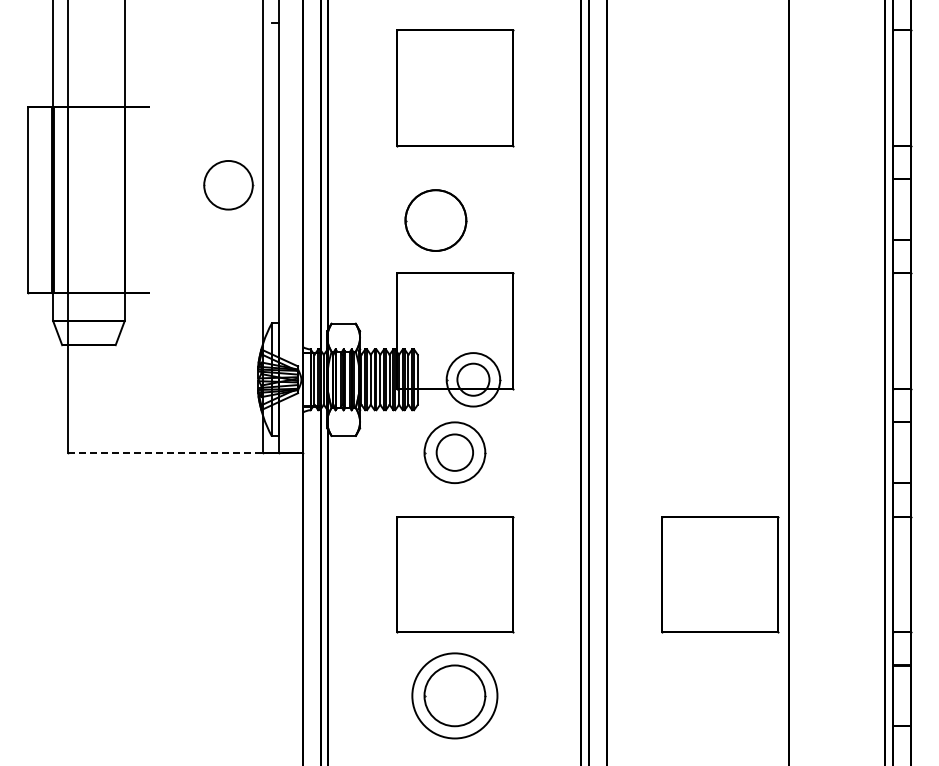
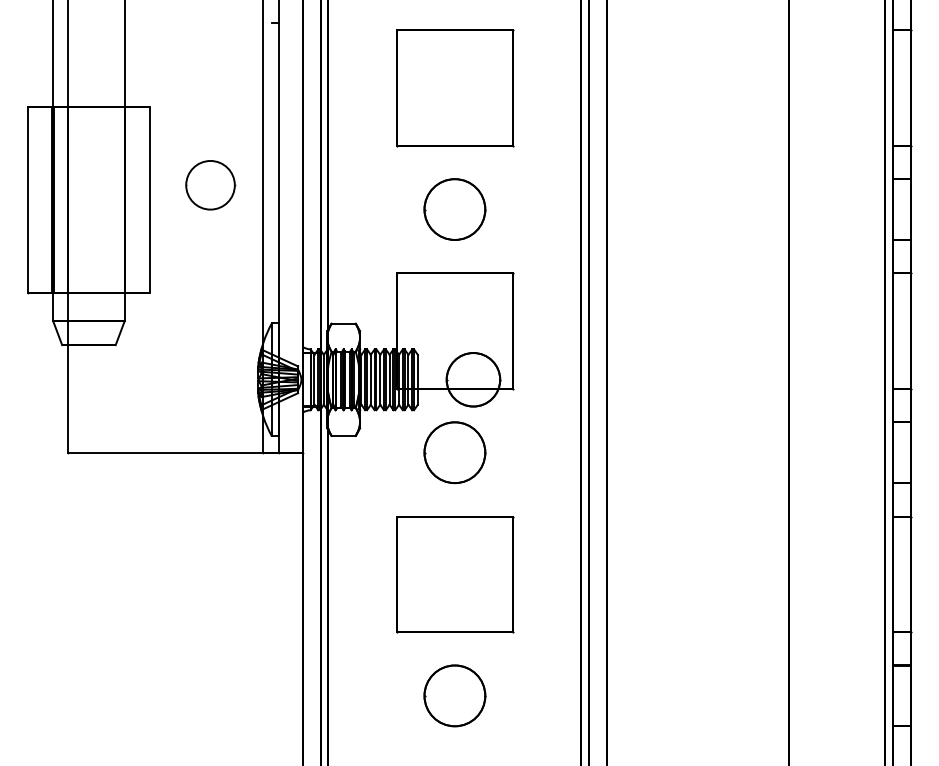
part at (228, 185) position: (228, 185) -> (210, 185)
line at (149, 199): none -> present
part at (435, 220) position: (435, 220) -> (454, 209)
circle at (473, 379) diameter: 32 px -> 53 px
line at (166, 452): dashed -> solid
circle at (454, 452) diameter: 36 px -> 61 px
part at (720, 574): present -> none
circle at (454, 695) diameter: 85 px -> 61 px
